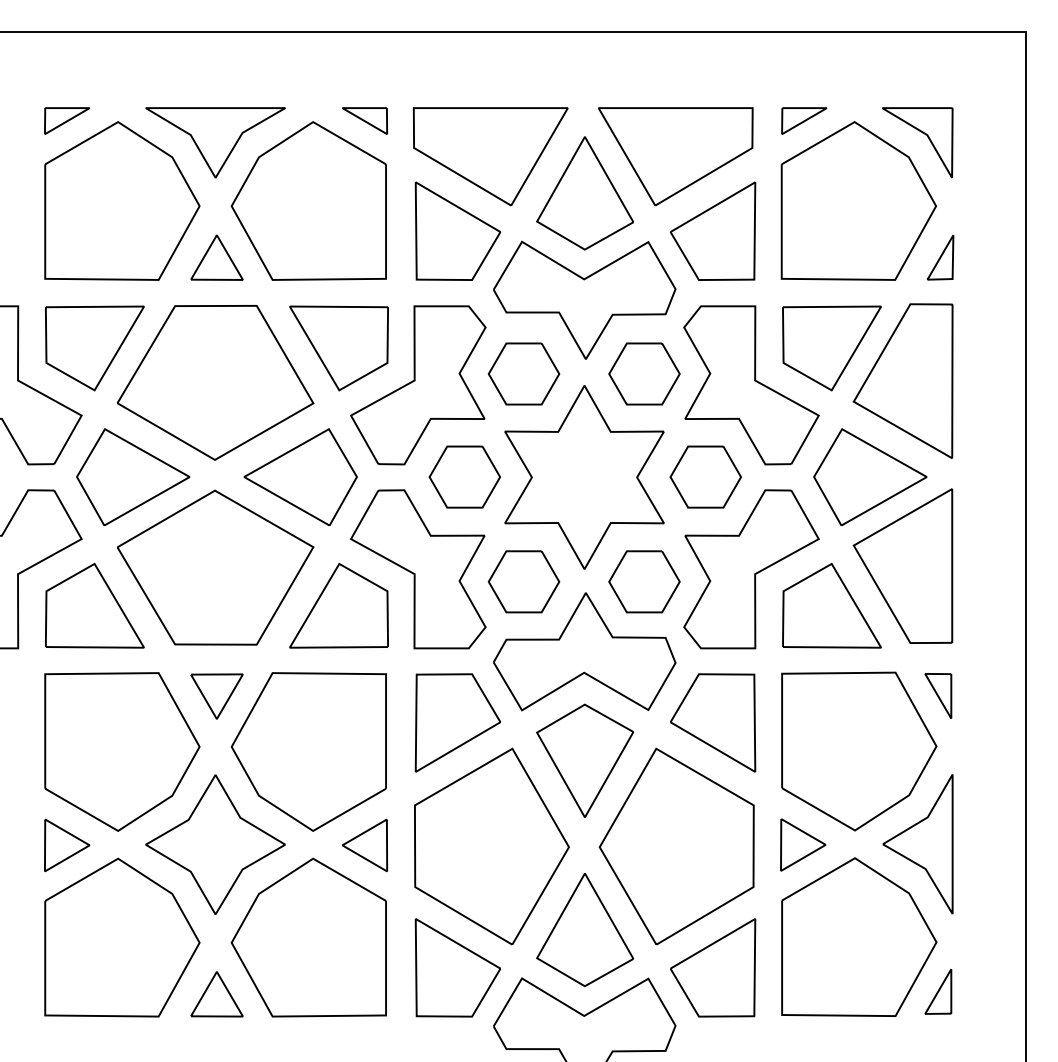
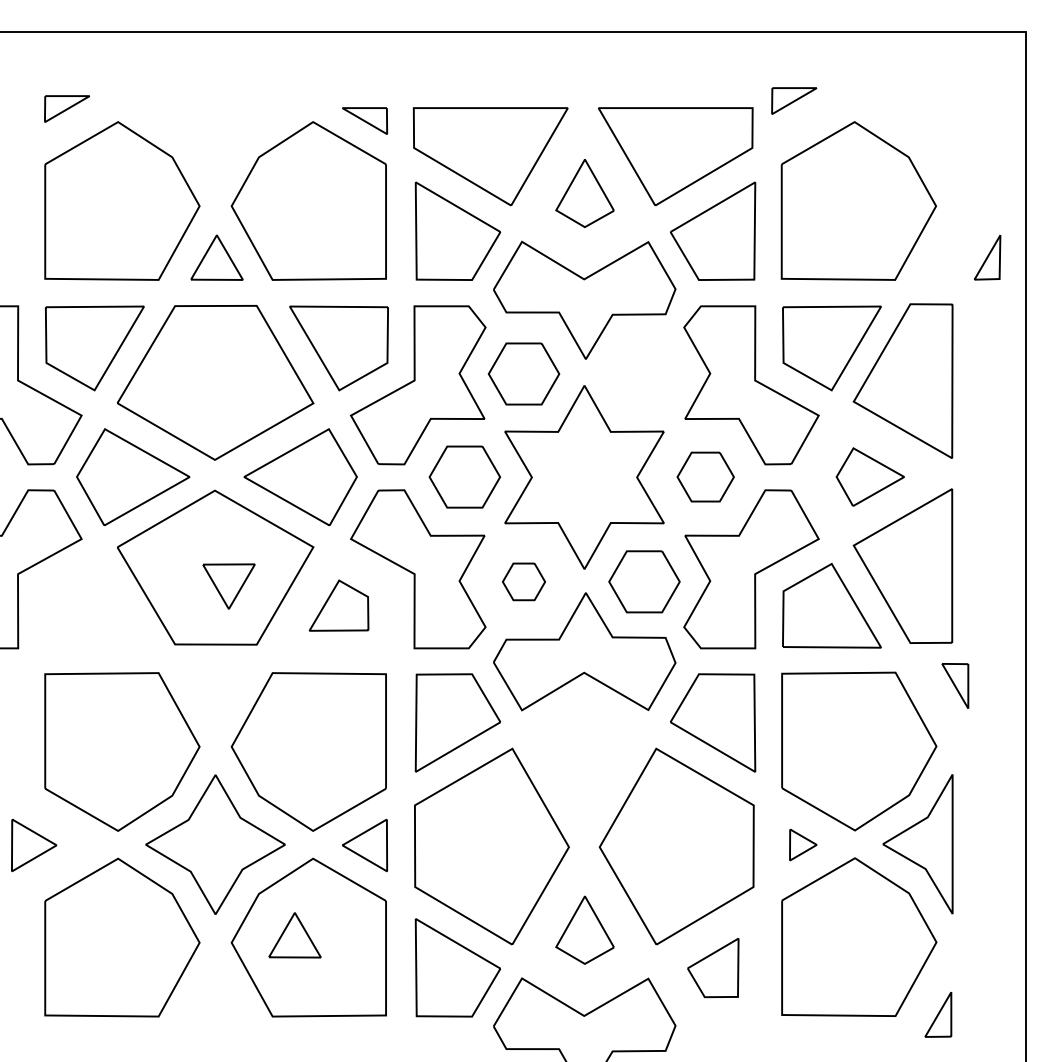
part at (66, 120) position: (66, 120) -> (66, 108)
part at (804, 120) position: (804, 120) -> (794, 100)
part at (922, 133): present -> none
part at (215, 142): present -> none
part at (584, 193) size: 98x115 px -> 60x69 px
part at (940, 257) position: (940, 257) -> (987, 257)
part at (644, 373): present -> none
part at (705, 476) size: 73x64 px -> 59x52 px
part at (870, 476) size: 115x98 px -> 70x60 px
part at (523, 581) size: 74x64 px -> 44x40 px
part at (94, 605): present -> none
part at (338, 605) size: 100x87 px -> 62x53 px
part at (938, 695) position: (938, 695) -> (955, 685)
part at (216, 696) position: (216, 696) -> (228, 586)
part at (584, 760): present -> none
part at (803, 844) size: 47x54 px -> 29x34 px
part at (67, 845) position: (67, 845) -> (34, 845)
part at (584, 930) size: 98x115 px -> 60x70 px
part at (713, 967) size: 87x100 px -> 53x61 px
part at (938, 991) position: (938, 991) -> (938, 1014)
part at (216, 994) position: (216, 994) -> (294, 935)
